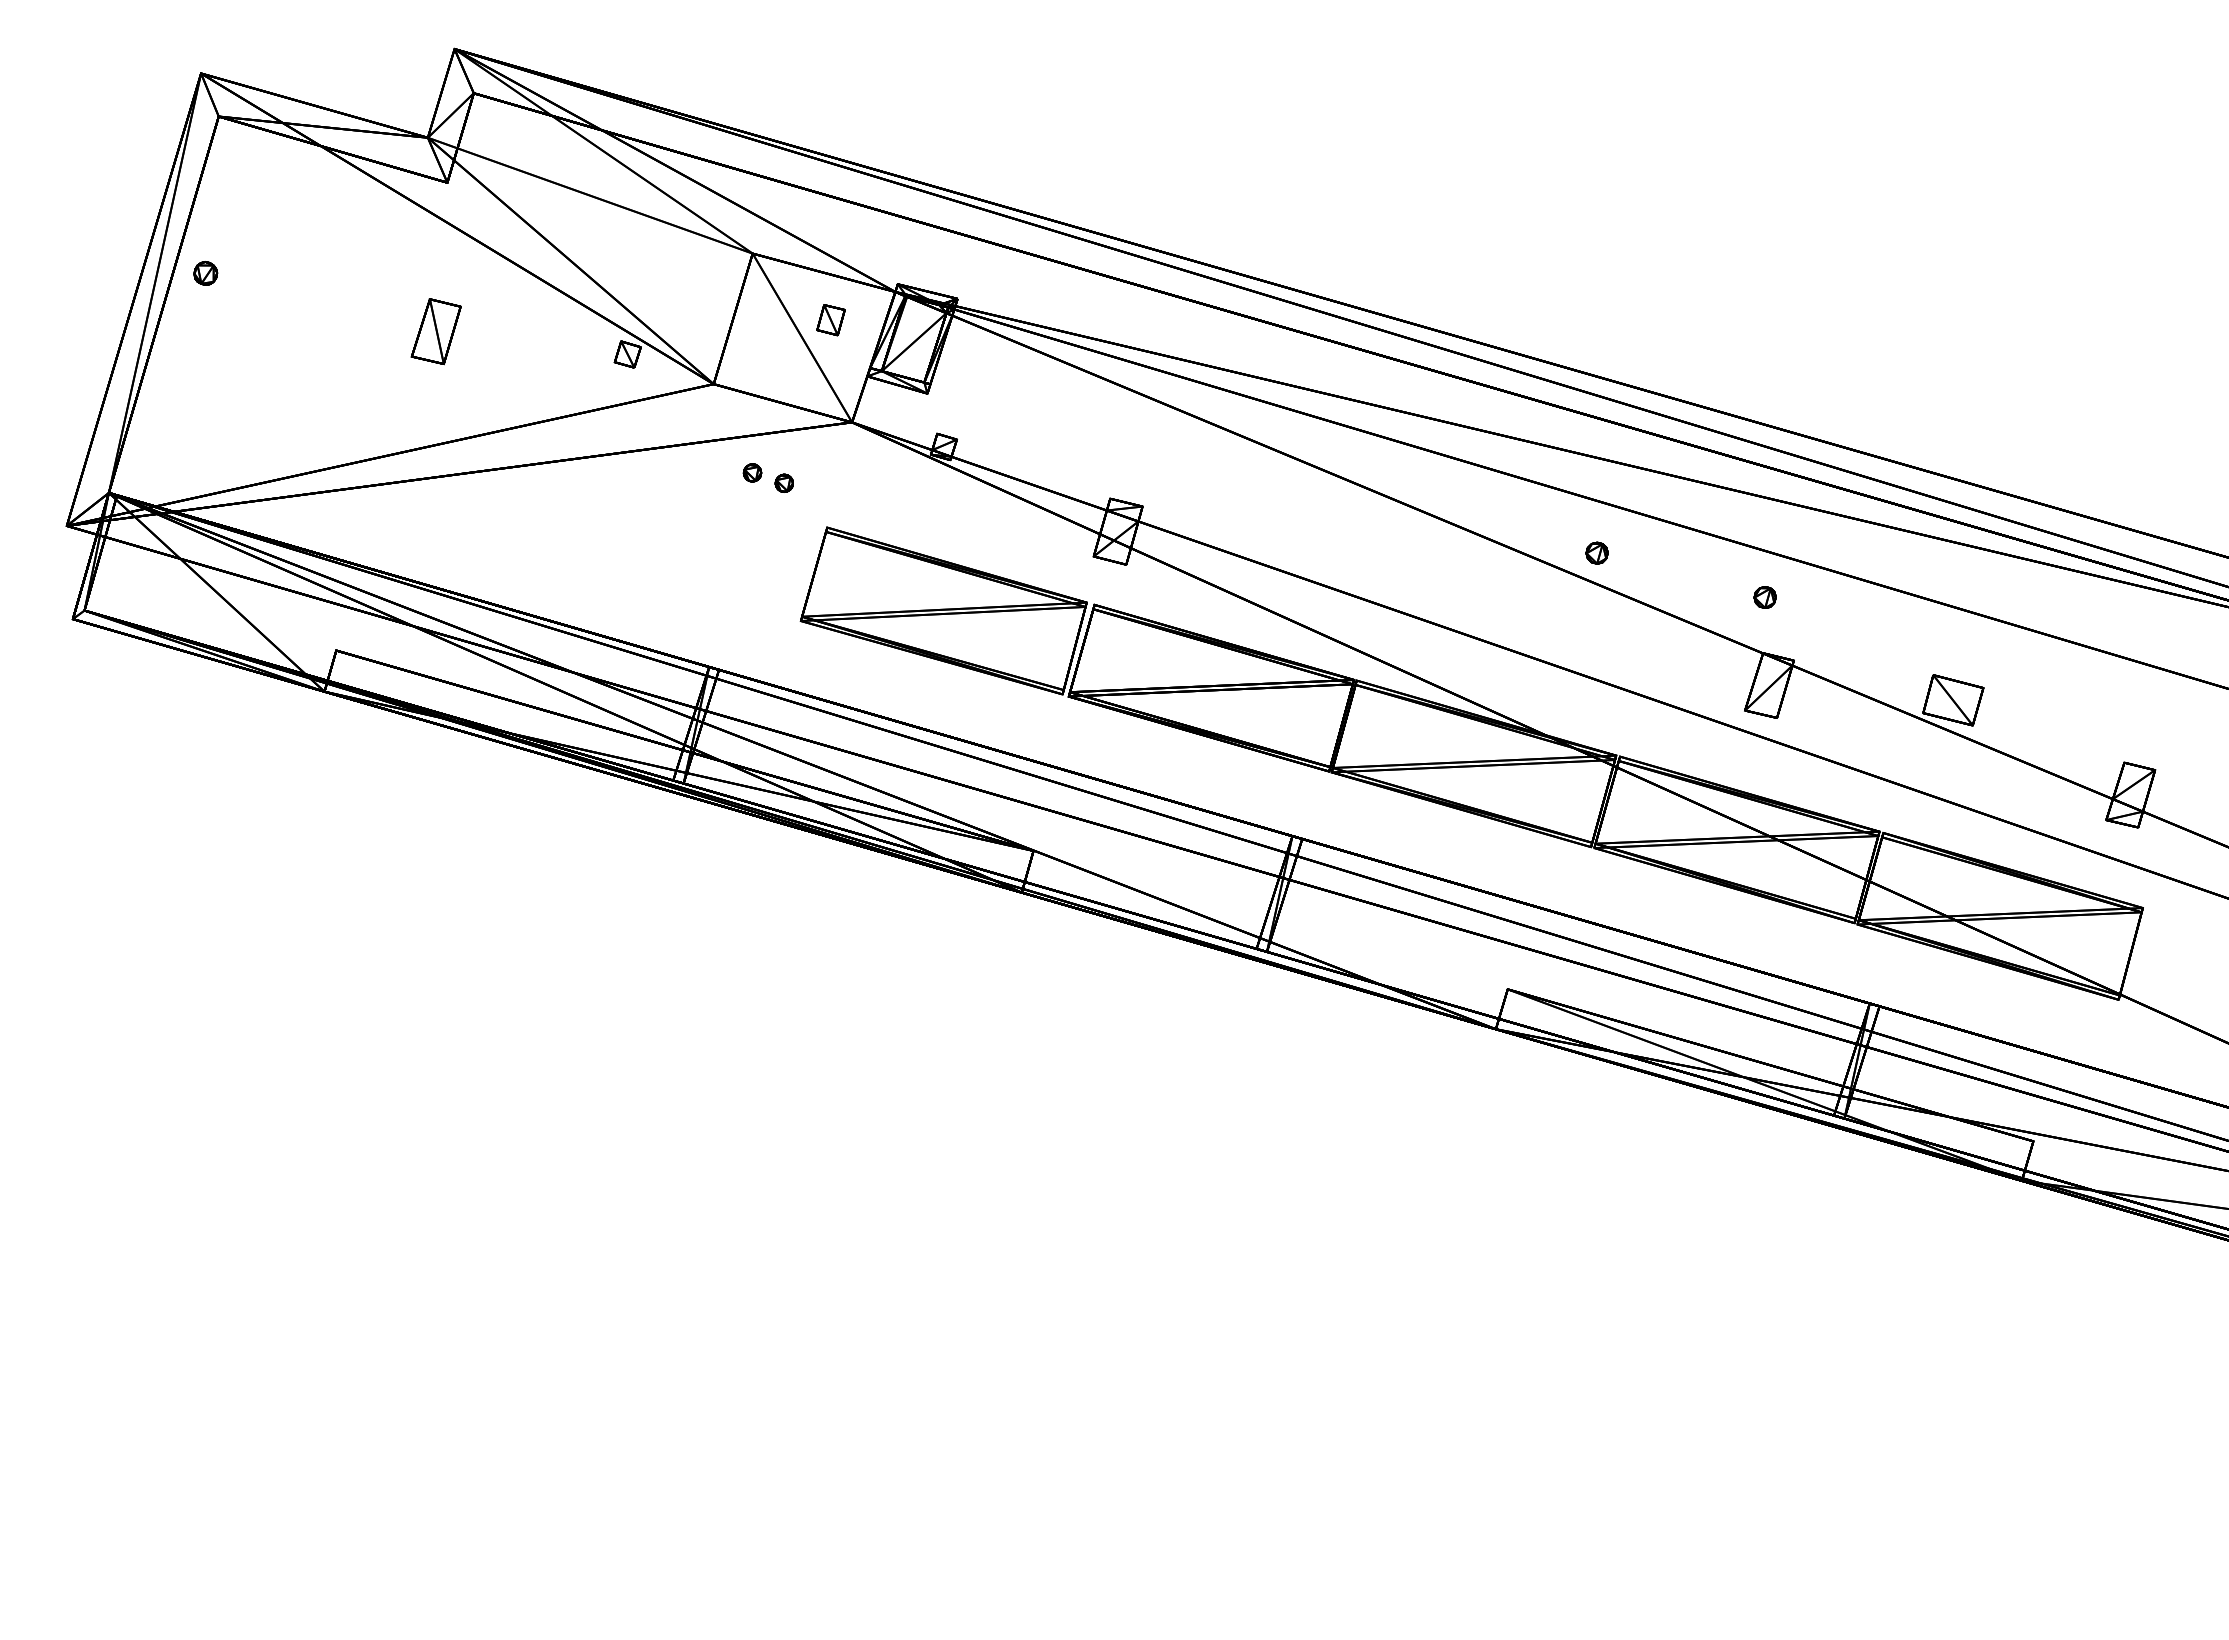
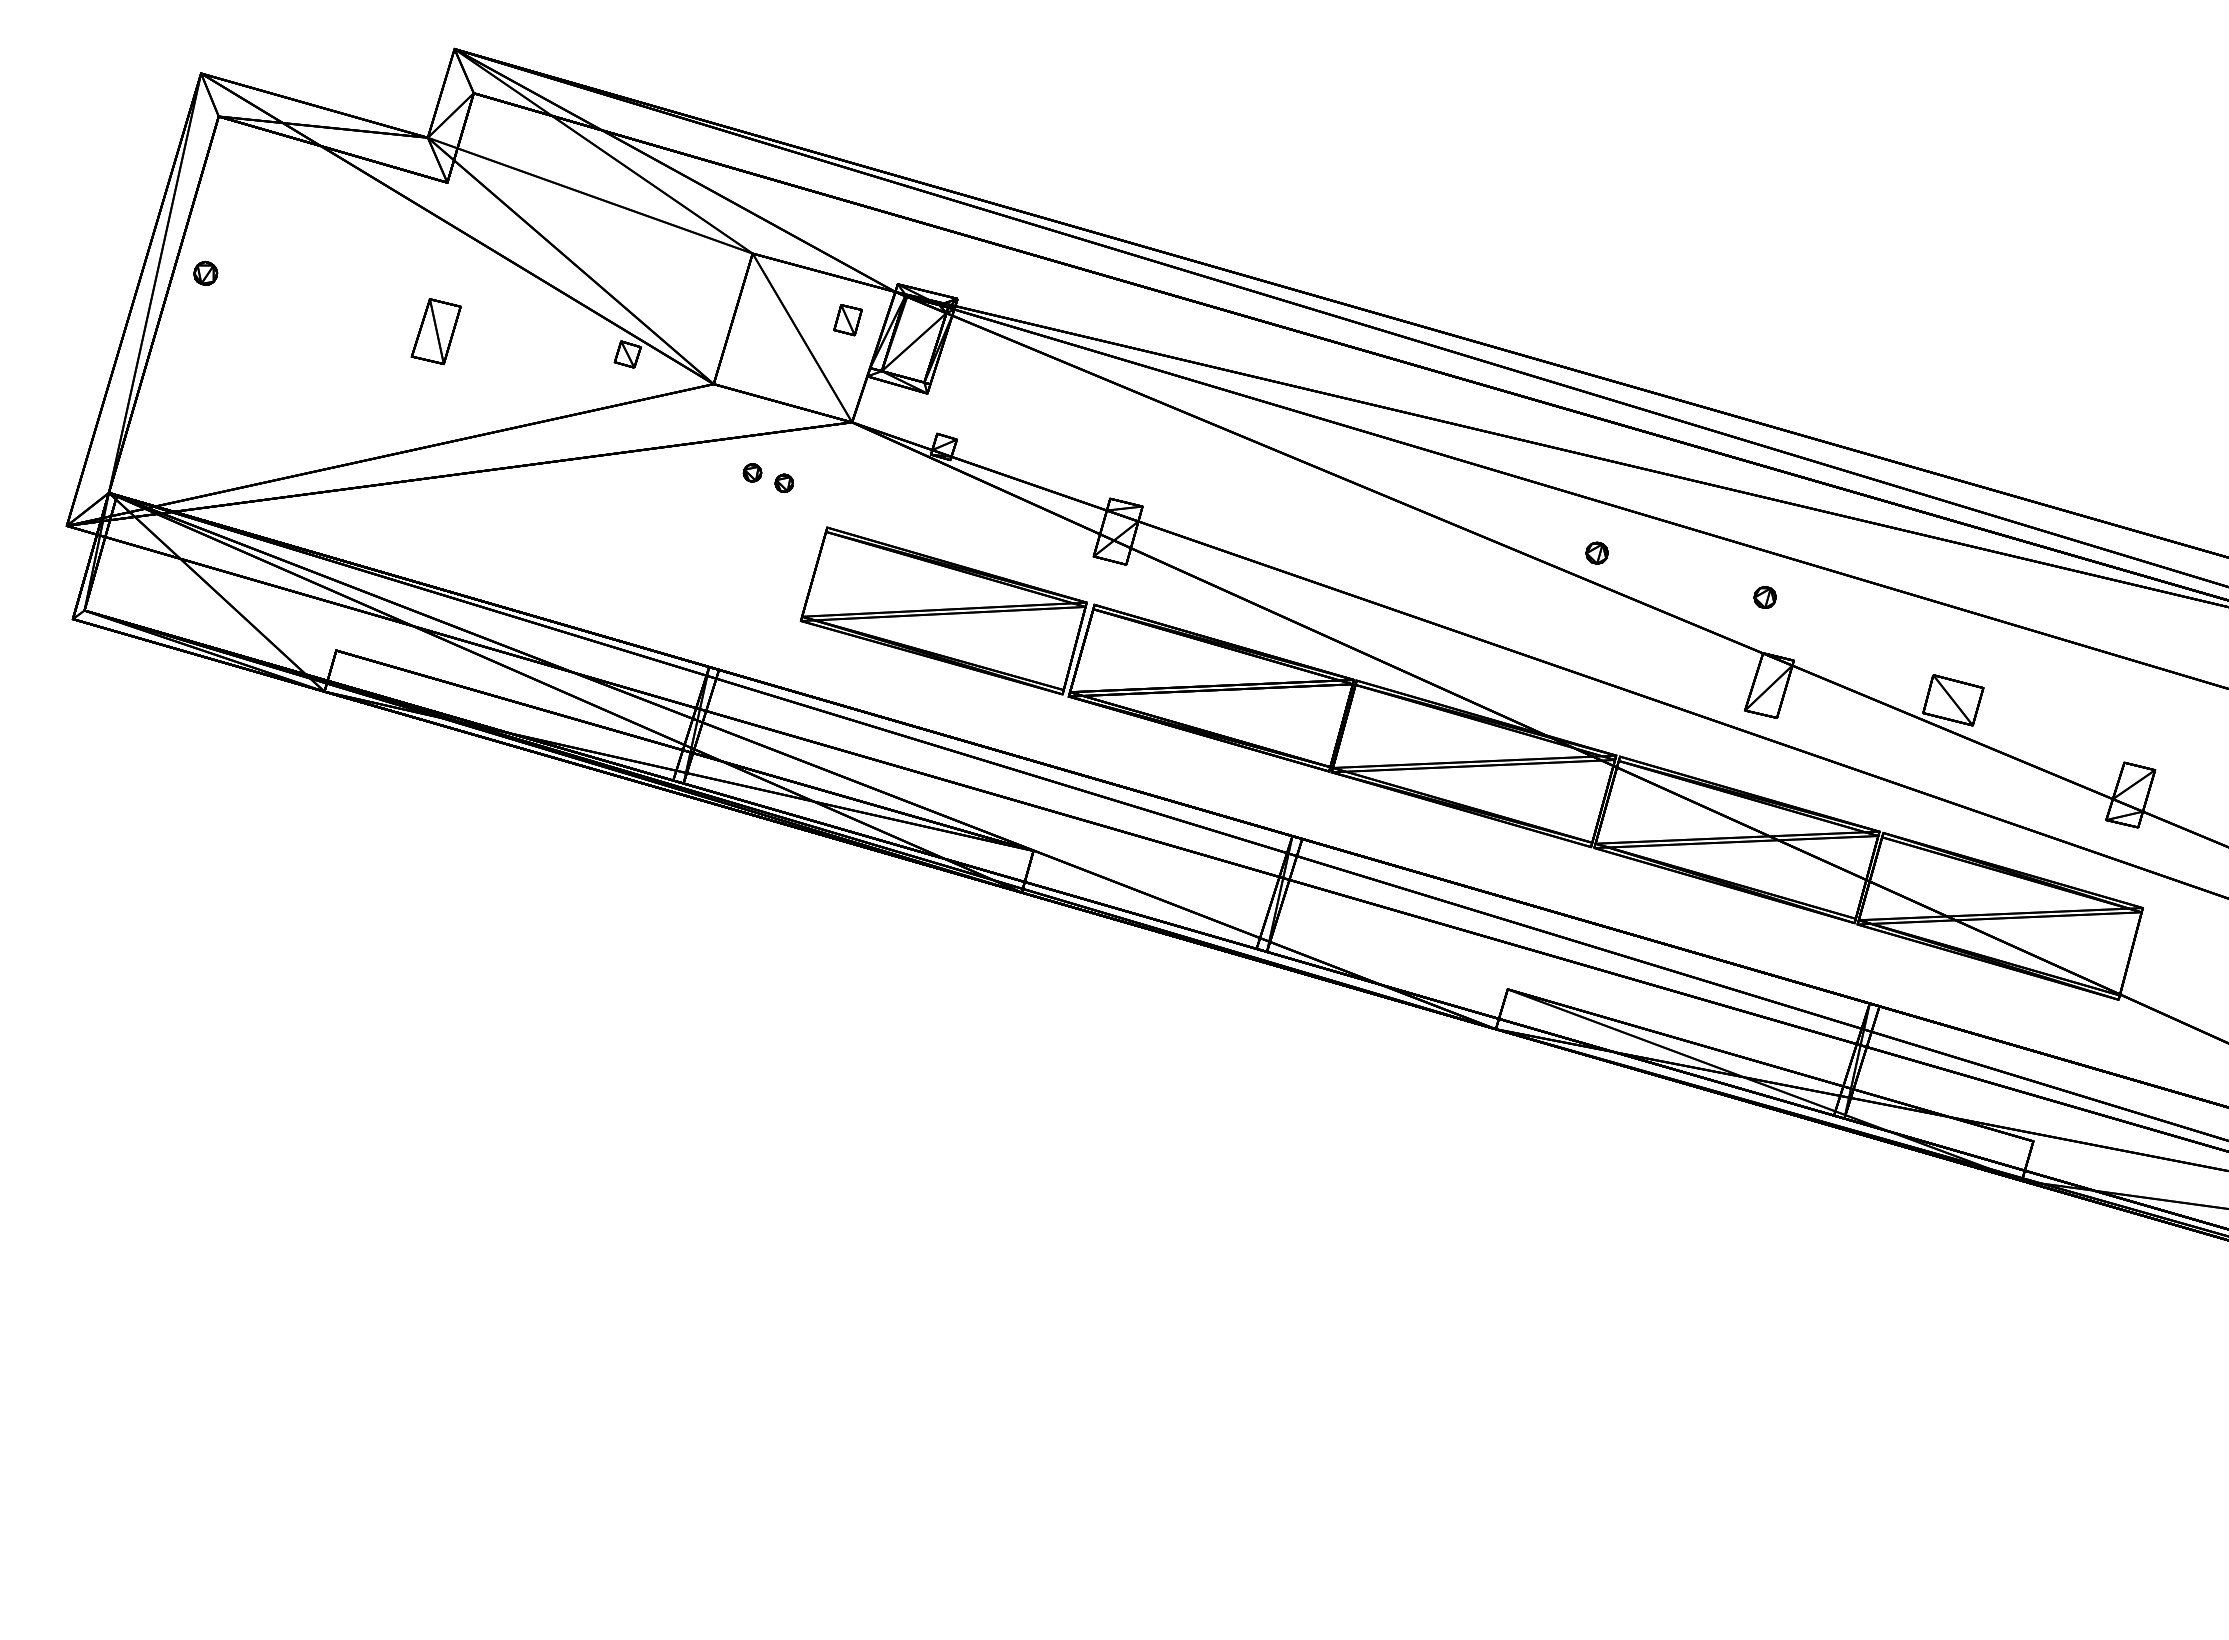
part at (830, 320) position: (830, 320) -> (847, 320)
